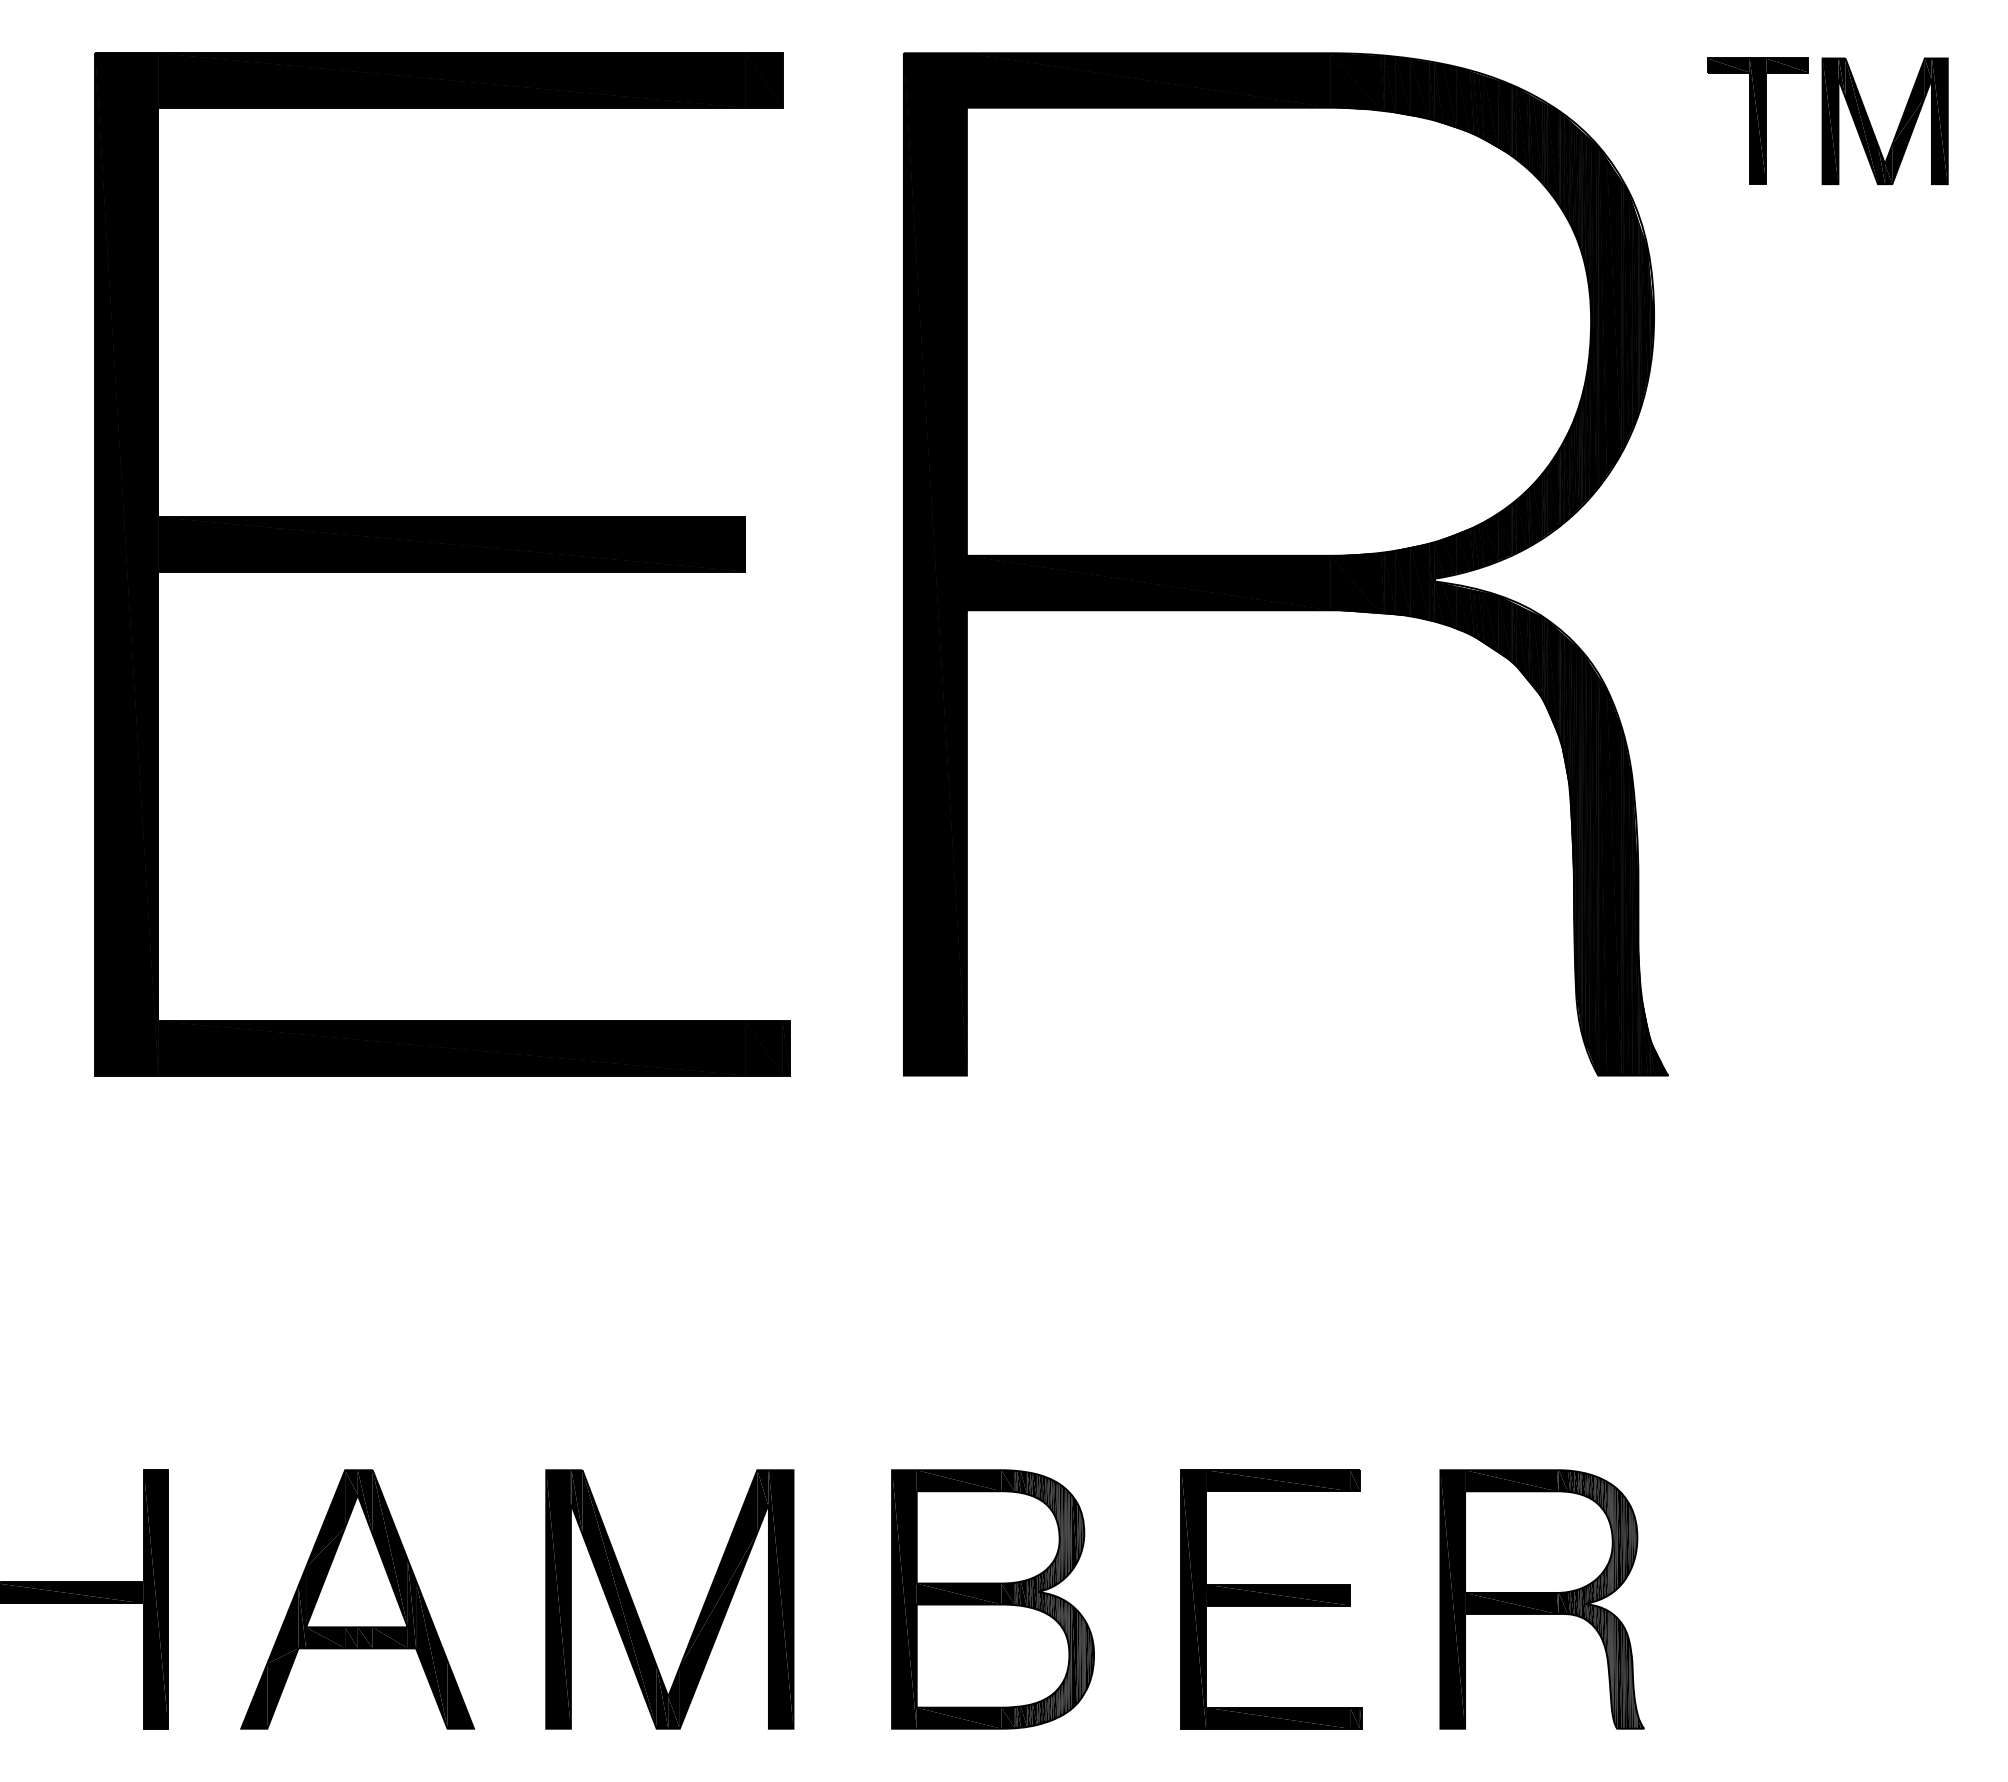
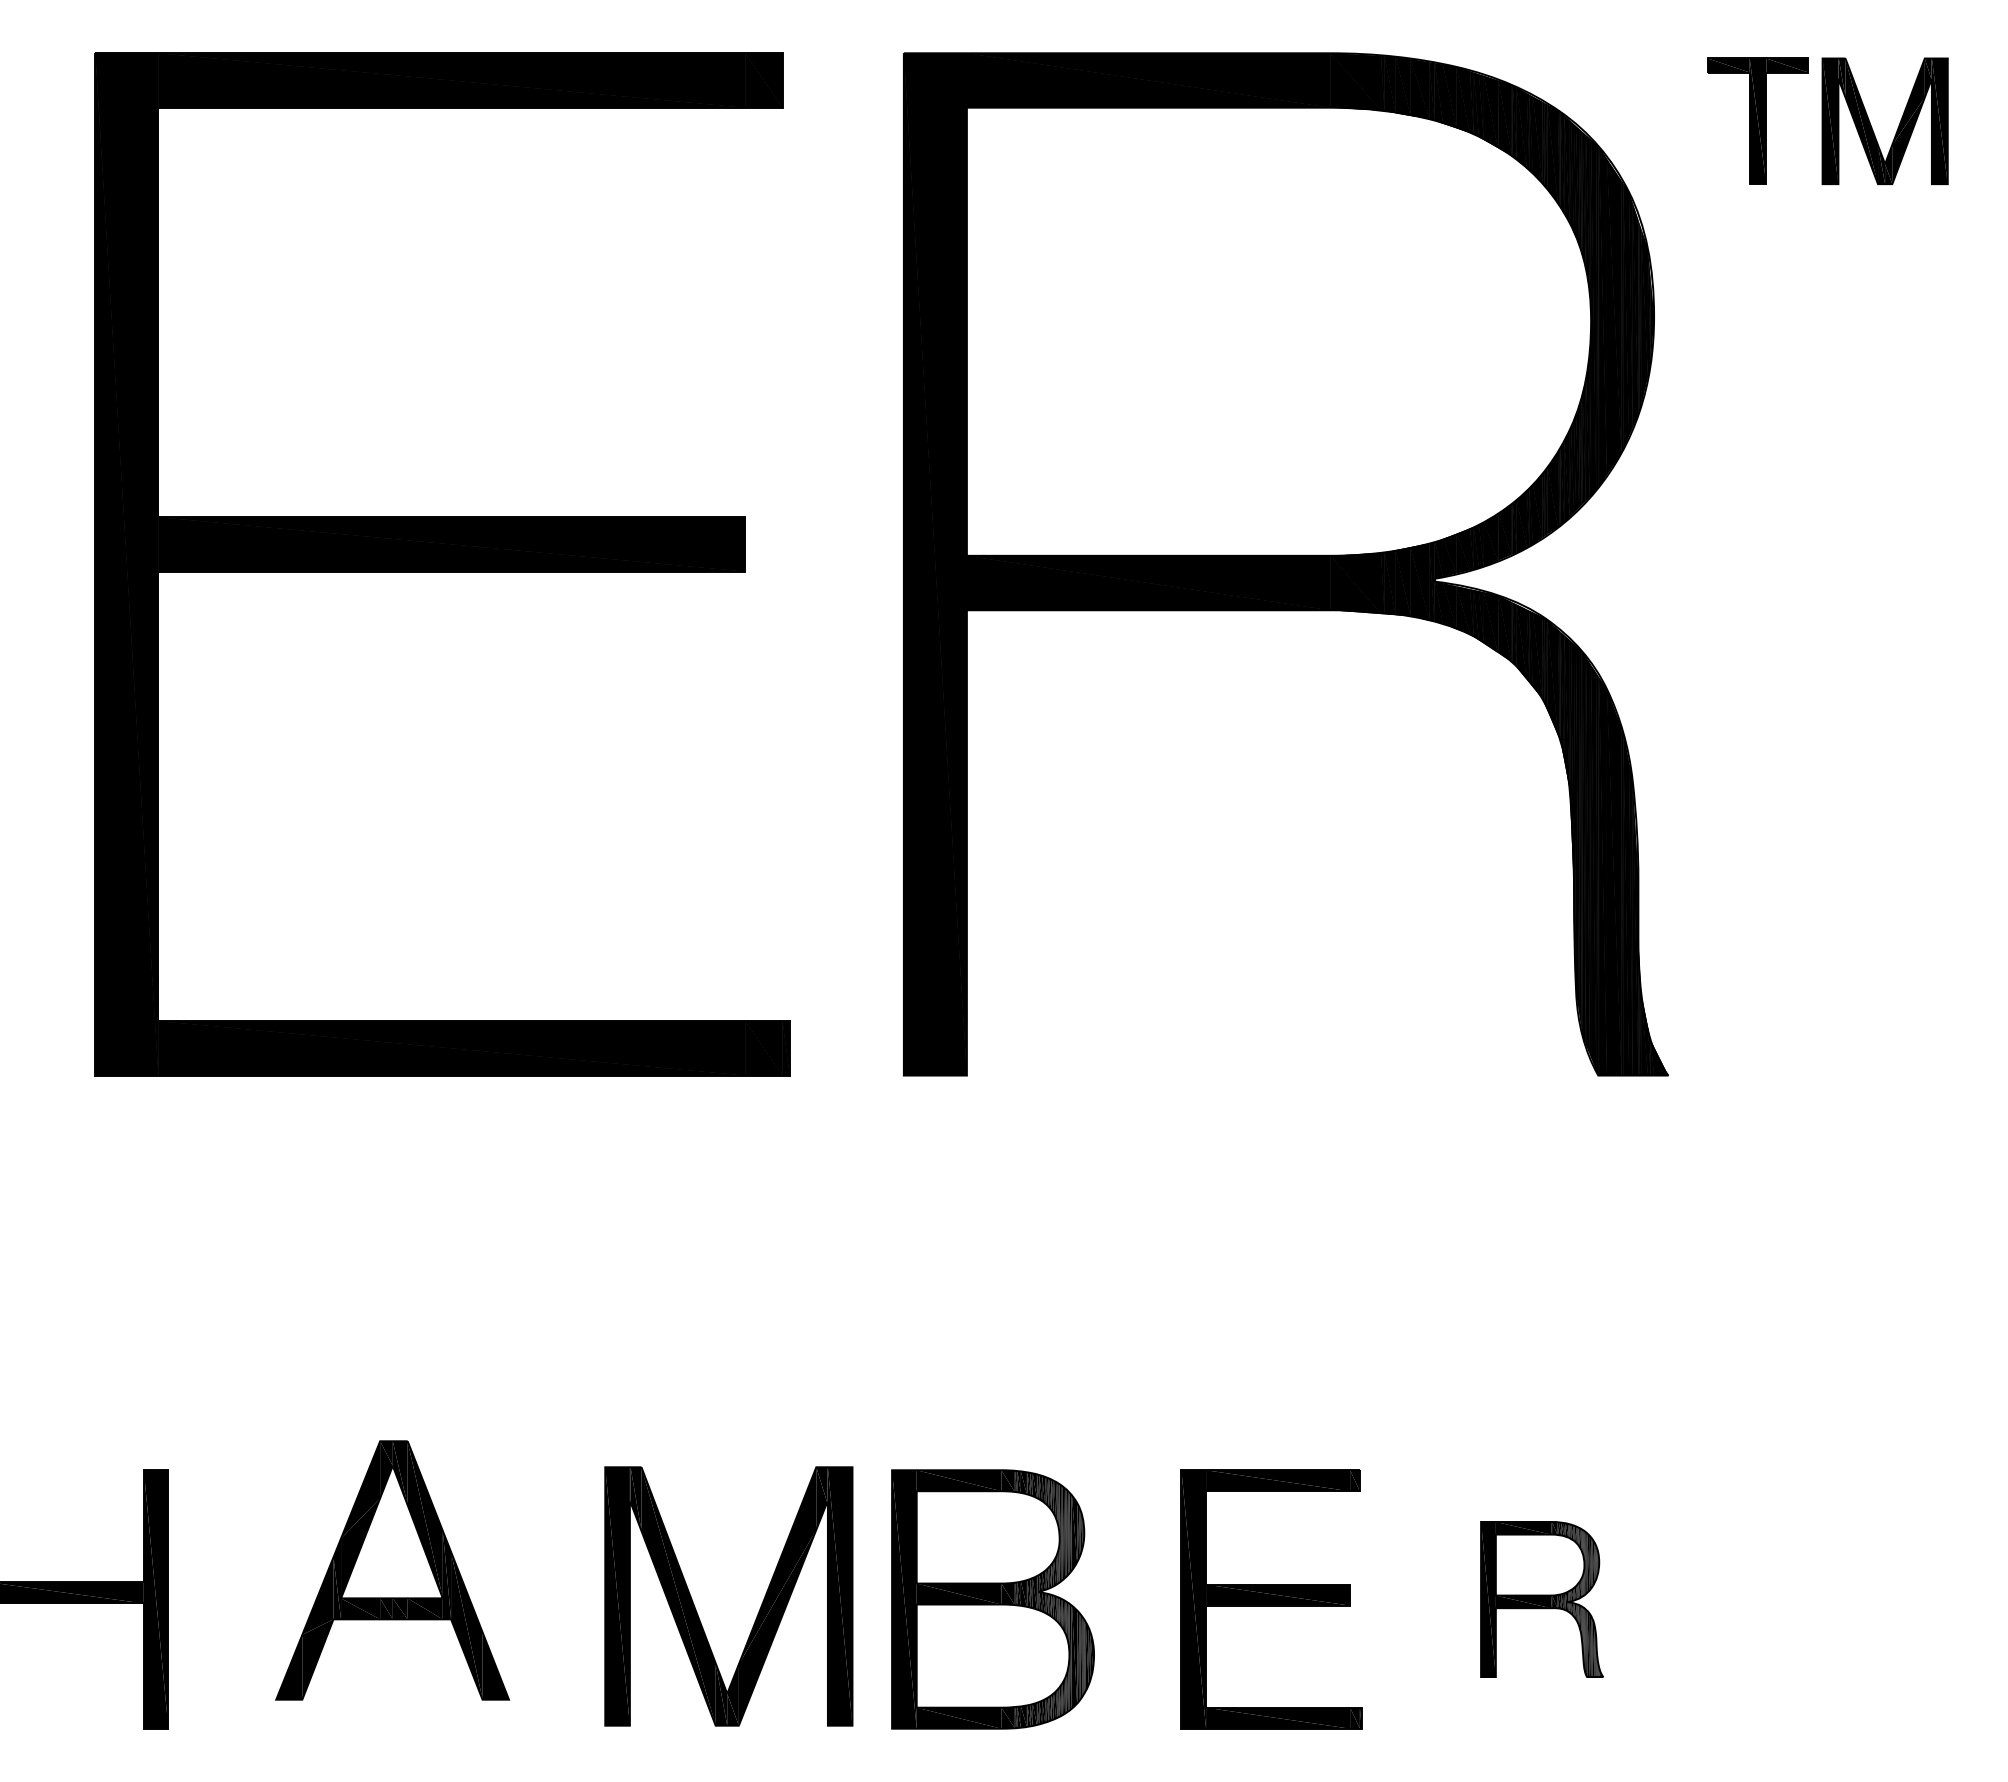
part at (357, 1599) position: (357, 1599) -> (392, 1570)
part at (1541, 1599) size: 206x261 px -> 124x157 px
part at (700, 1611) position: (700, 1611) -> (759, 1608)
